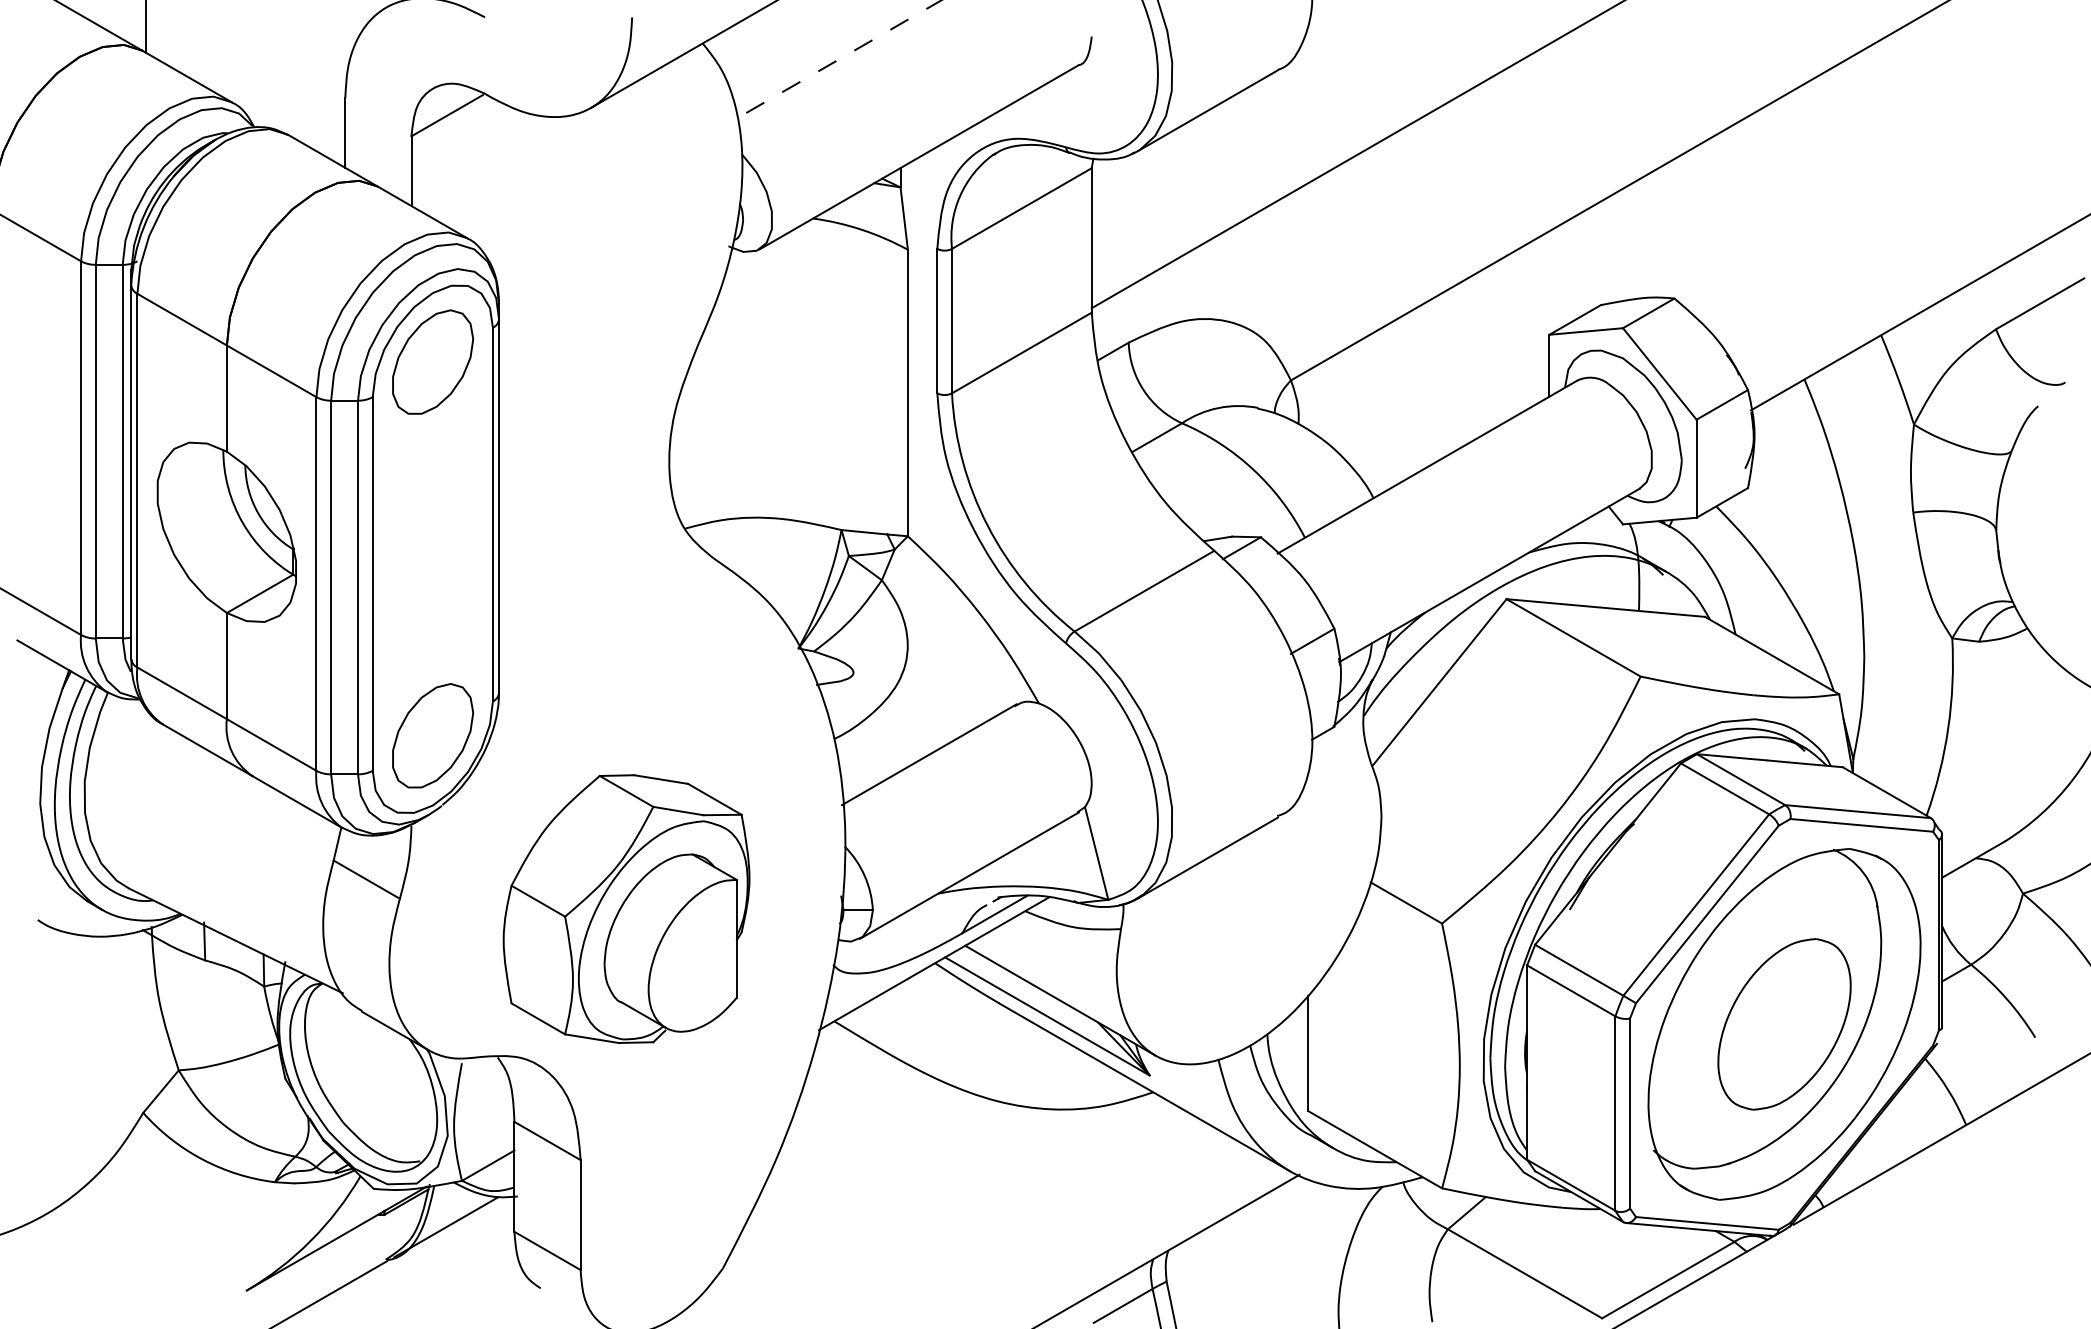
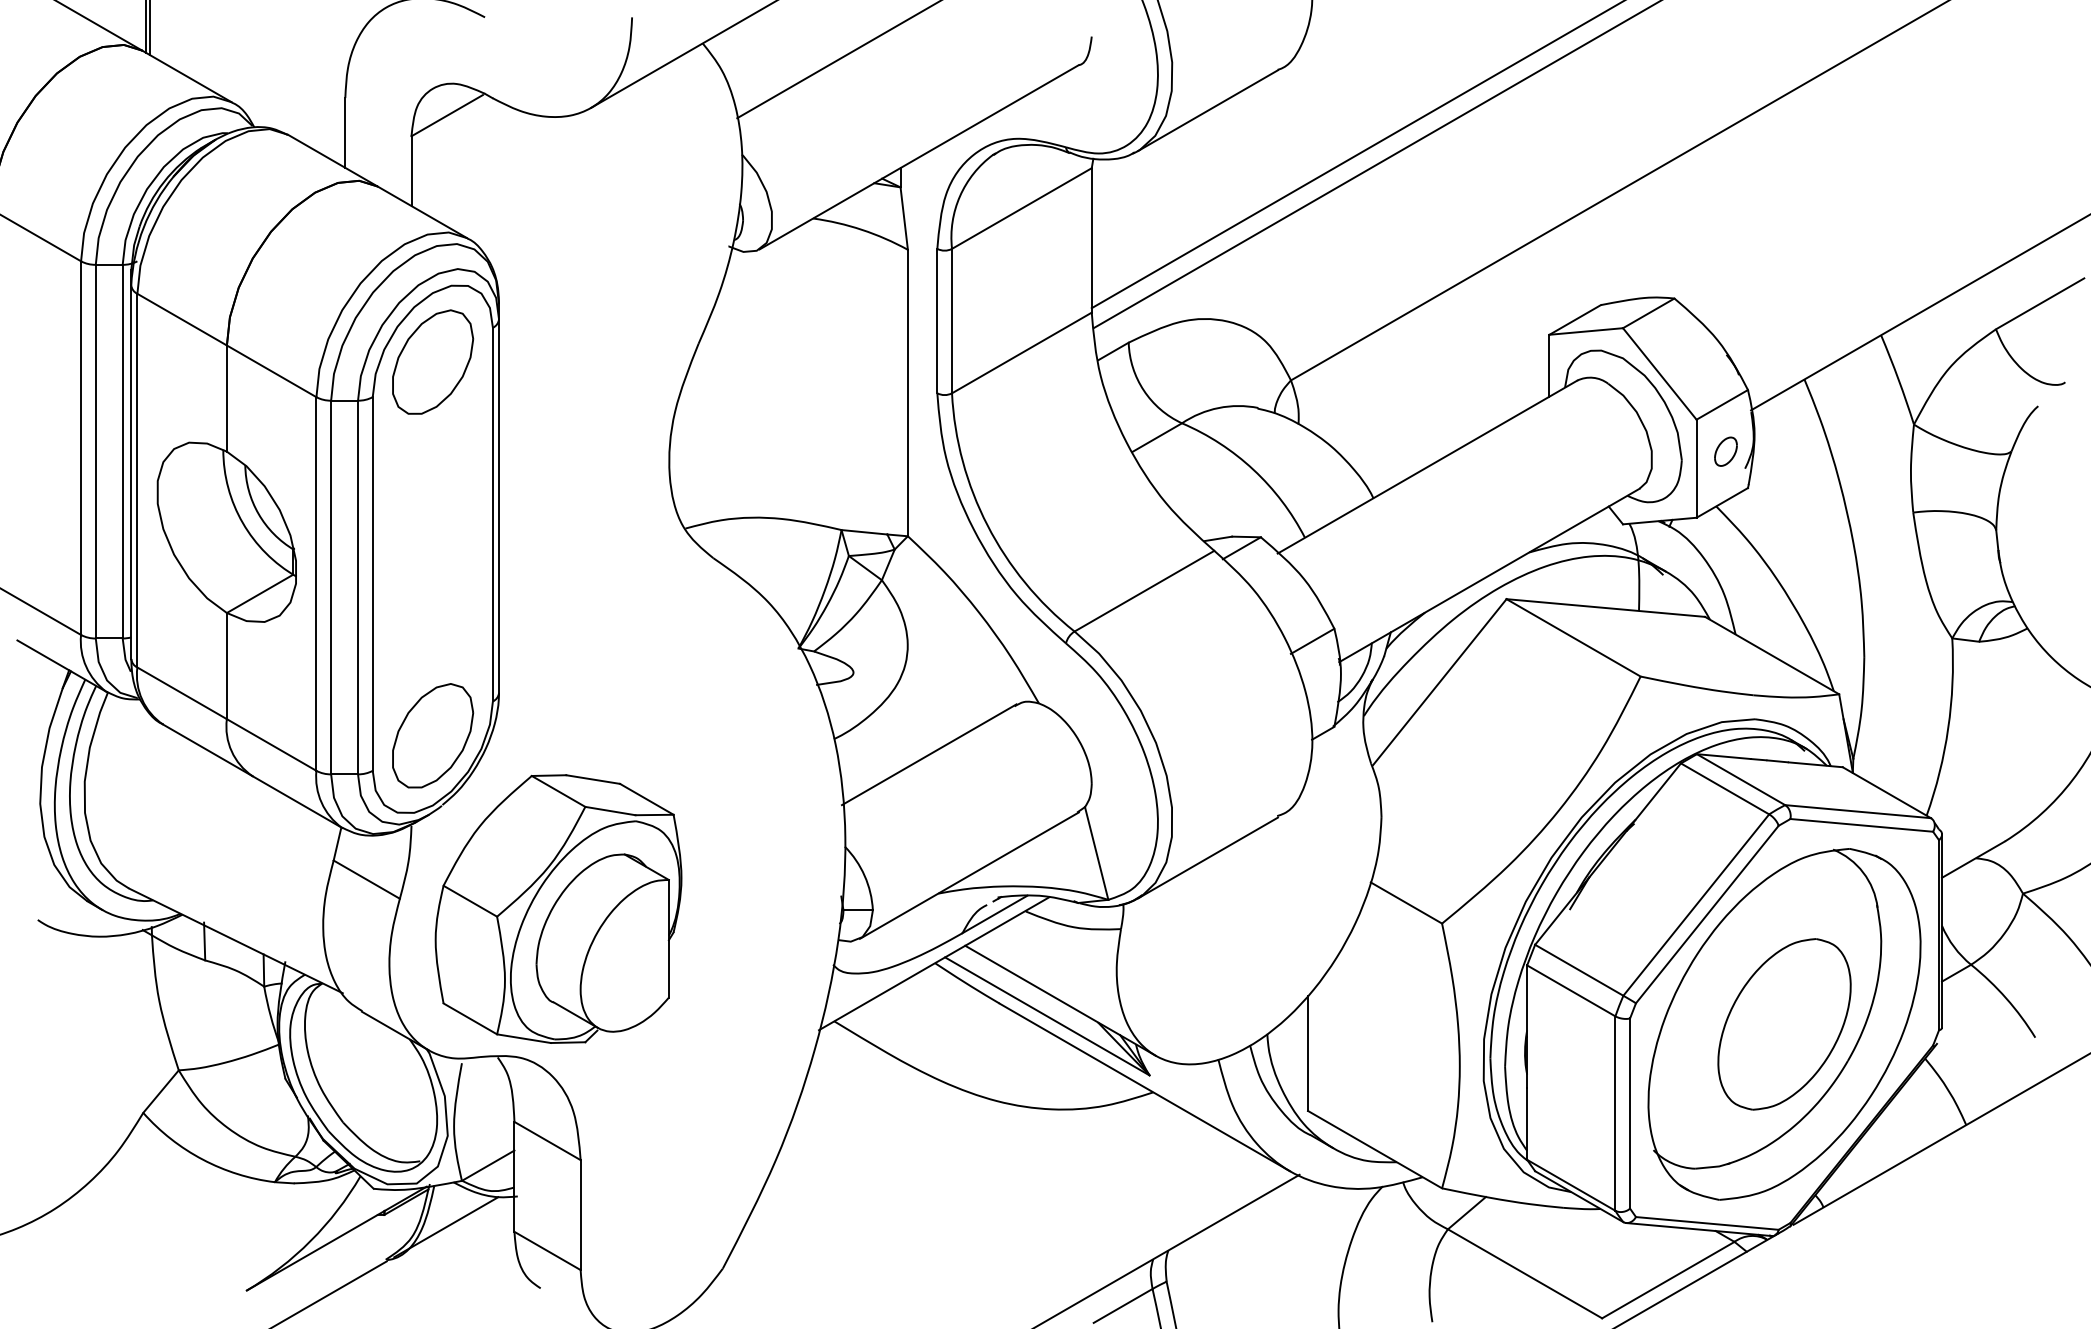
line at (150, 28): none -> present
line at (839, 59): dashed -> solid
line at (1375, 165): none -> present
part at (1725, 451): none -> present
part at (626, 908) position: (626, 908) -> (558, 908)
